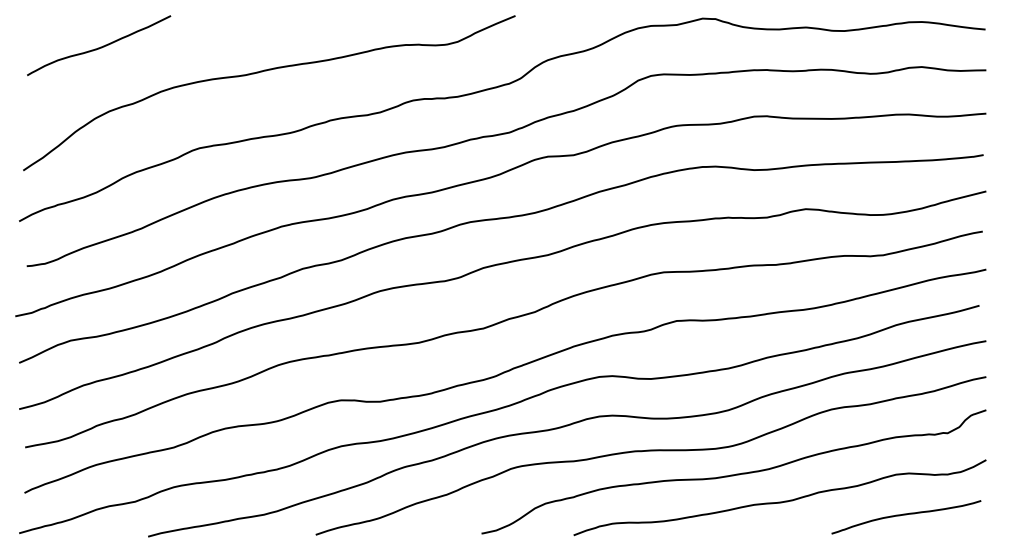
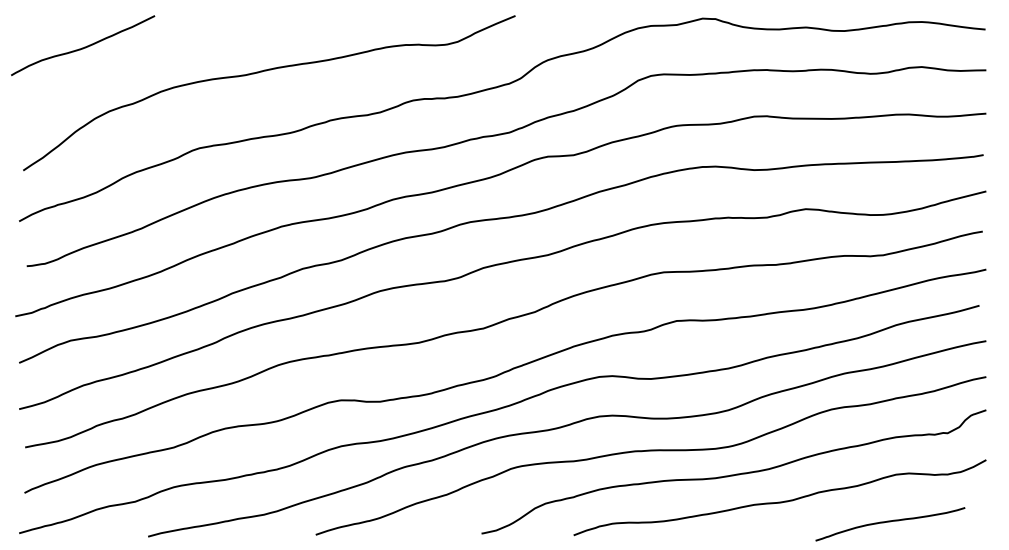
curve at (100, 46) position: (100, 46) -> (84, 46)
curve at (906, 515) position: (906, 515) -> (890, 522)
